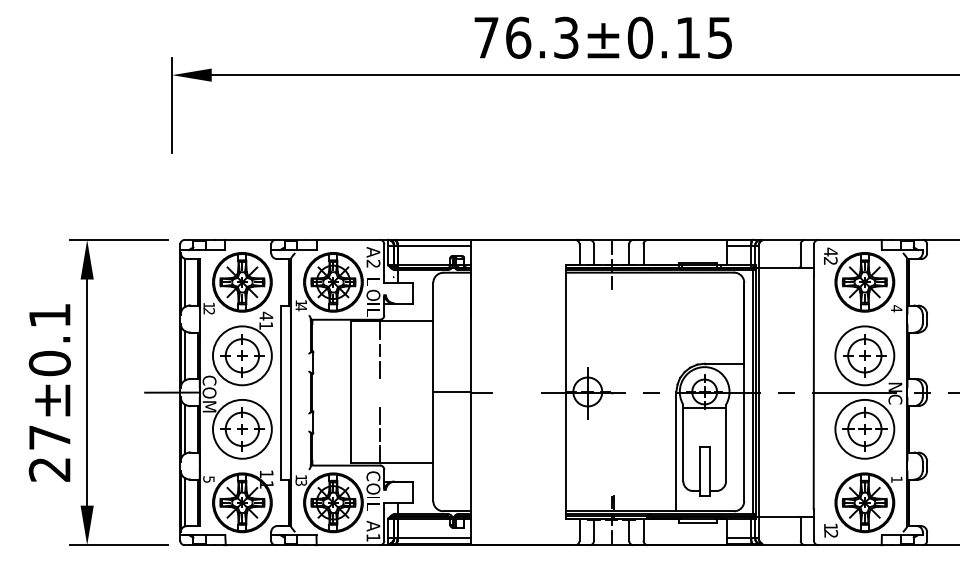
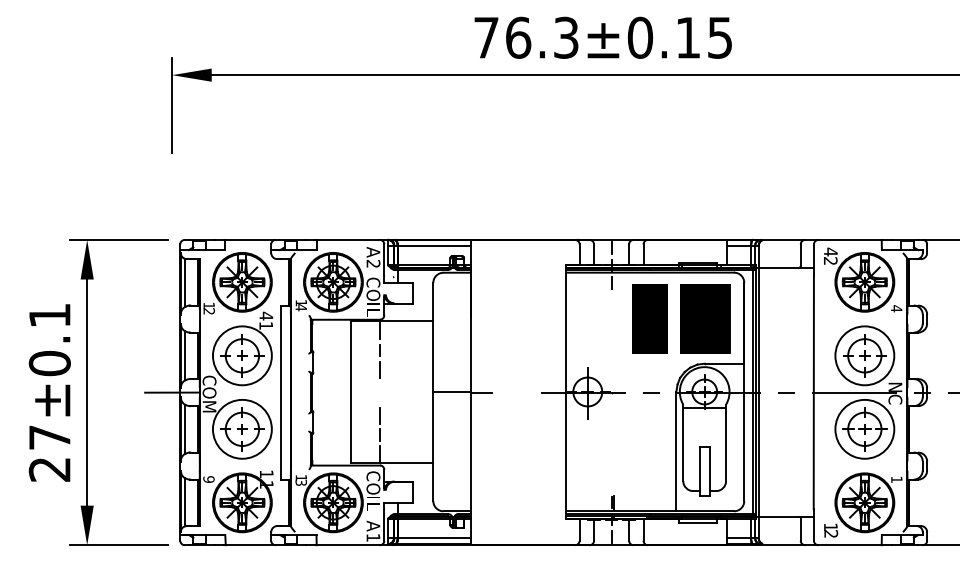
text at (373, 282): L -> C
part at (649, 318): none -> present
part at (705, 318): none -> present
text at (208, 479): 5 -> 9
